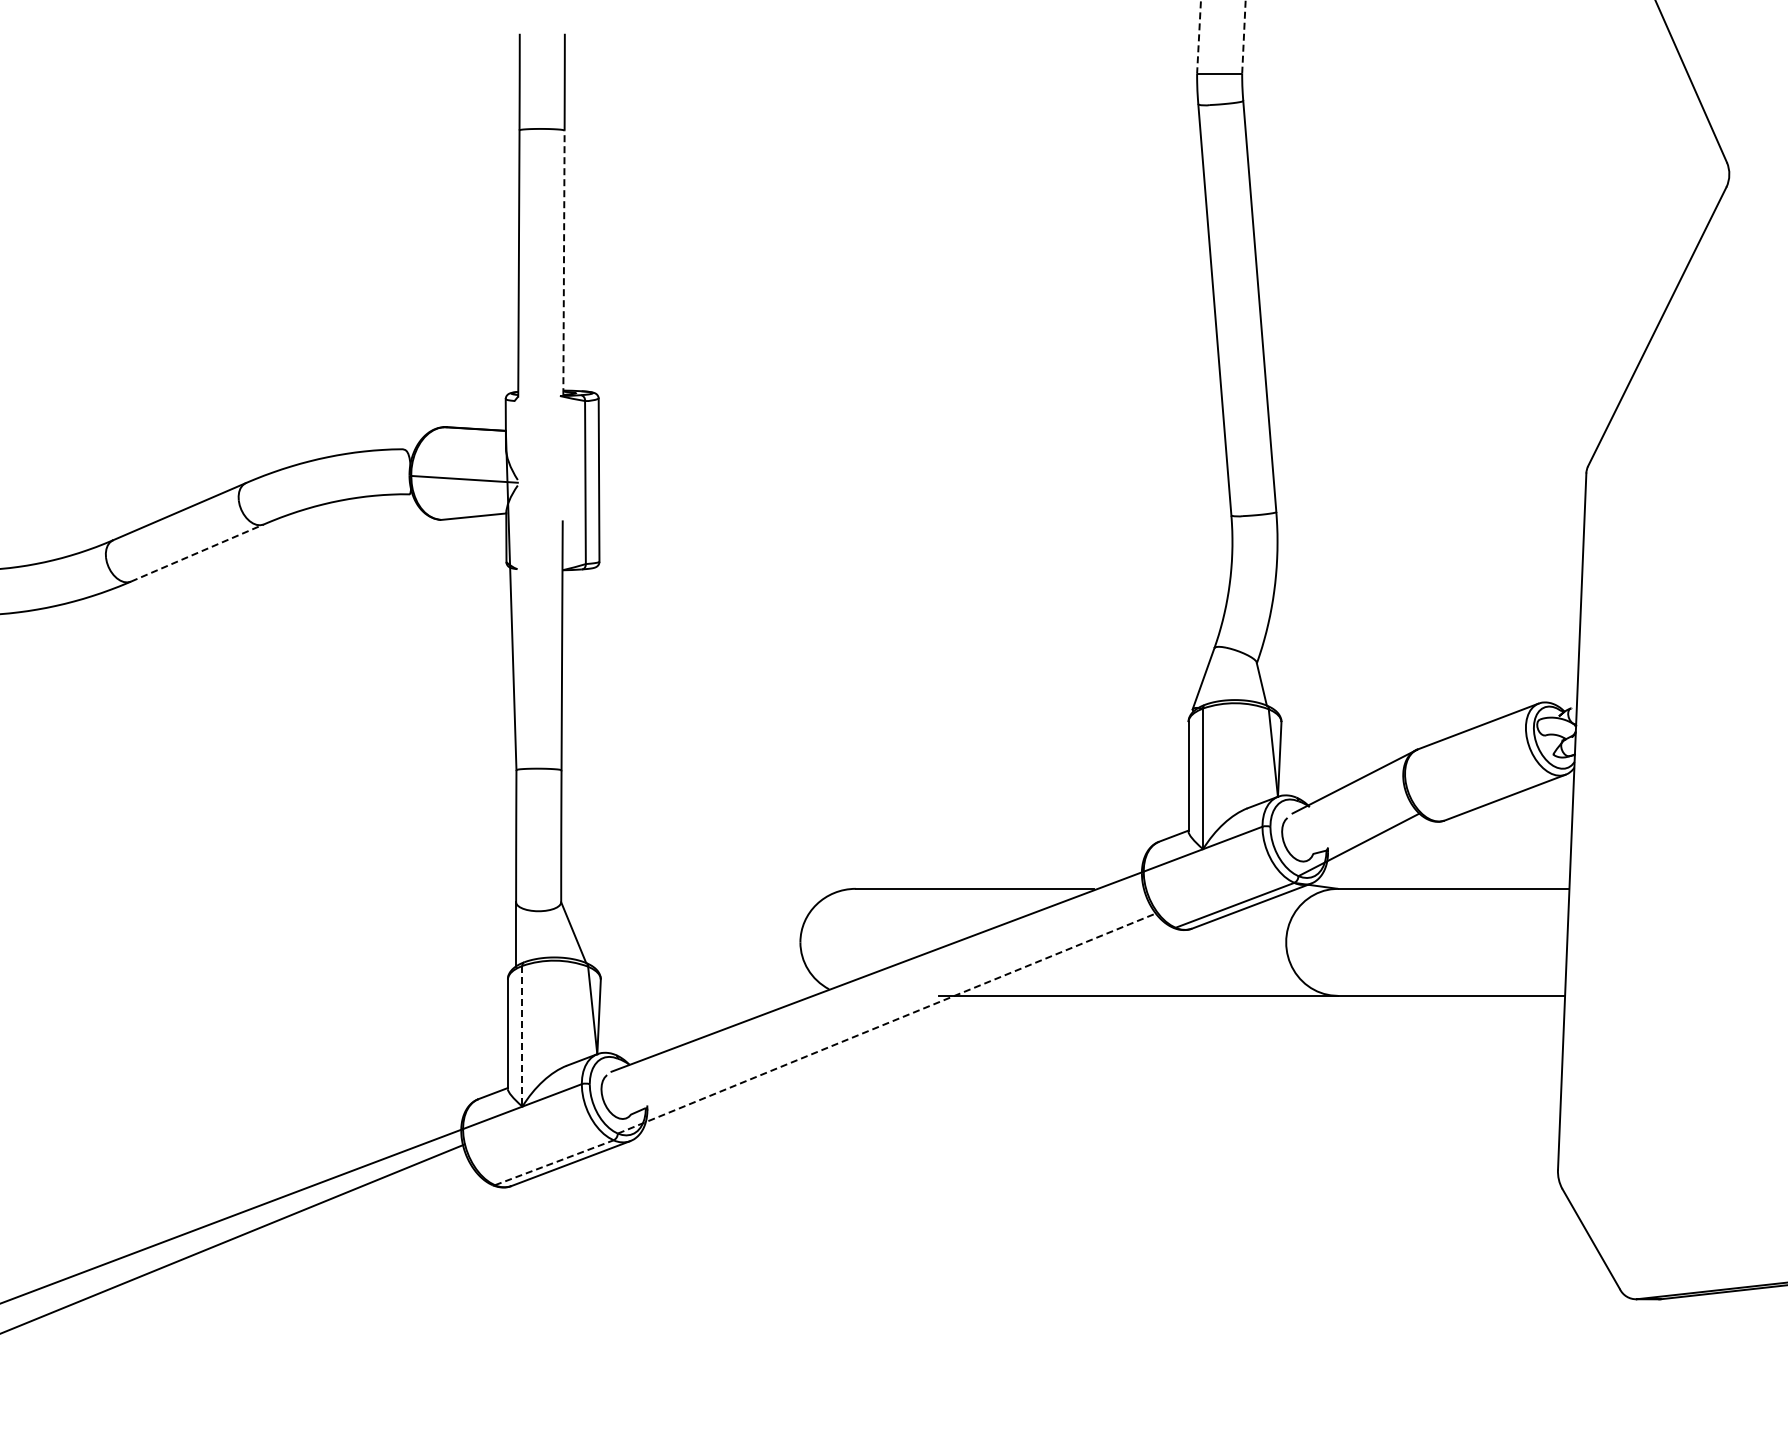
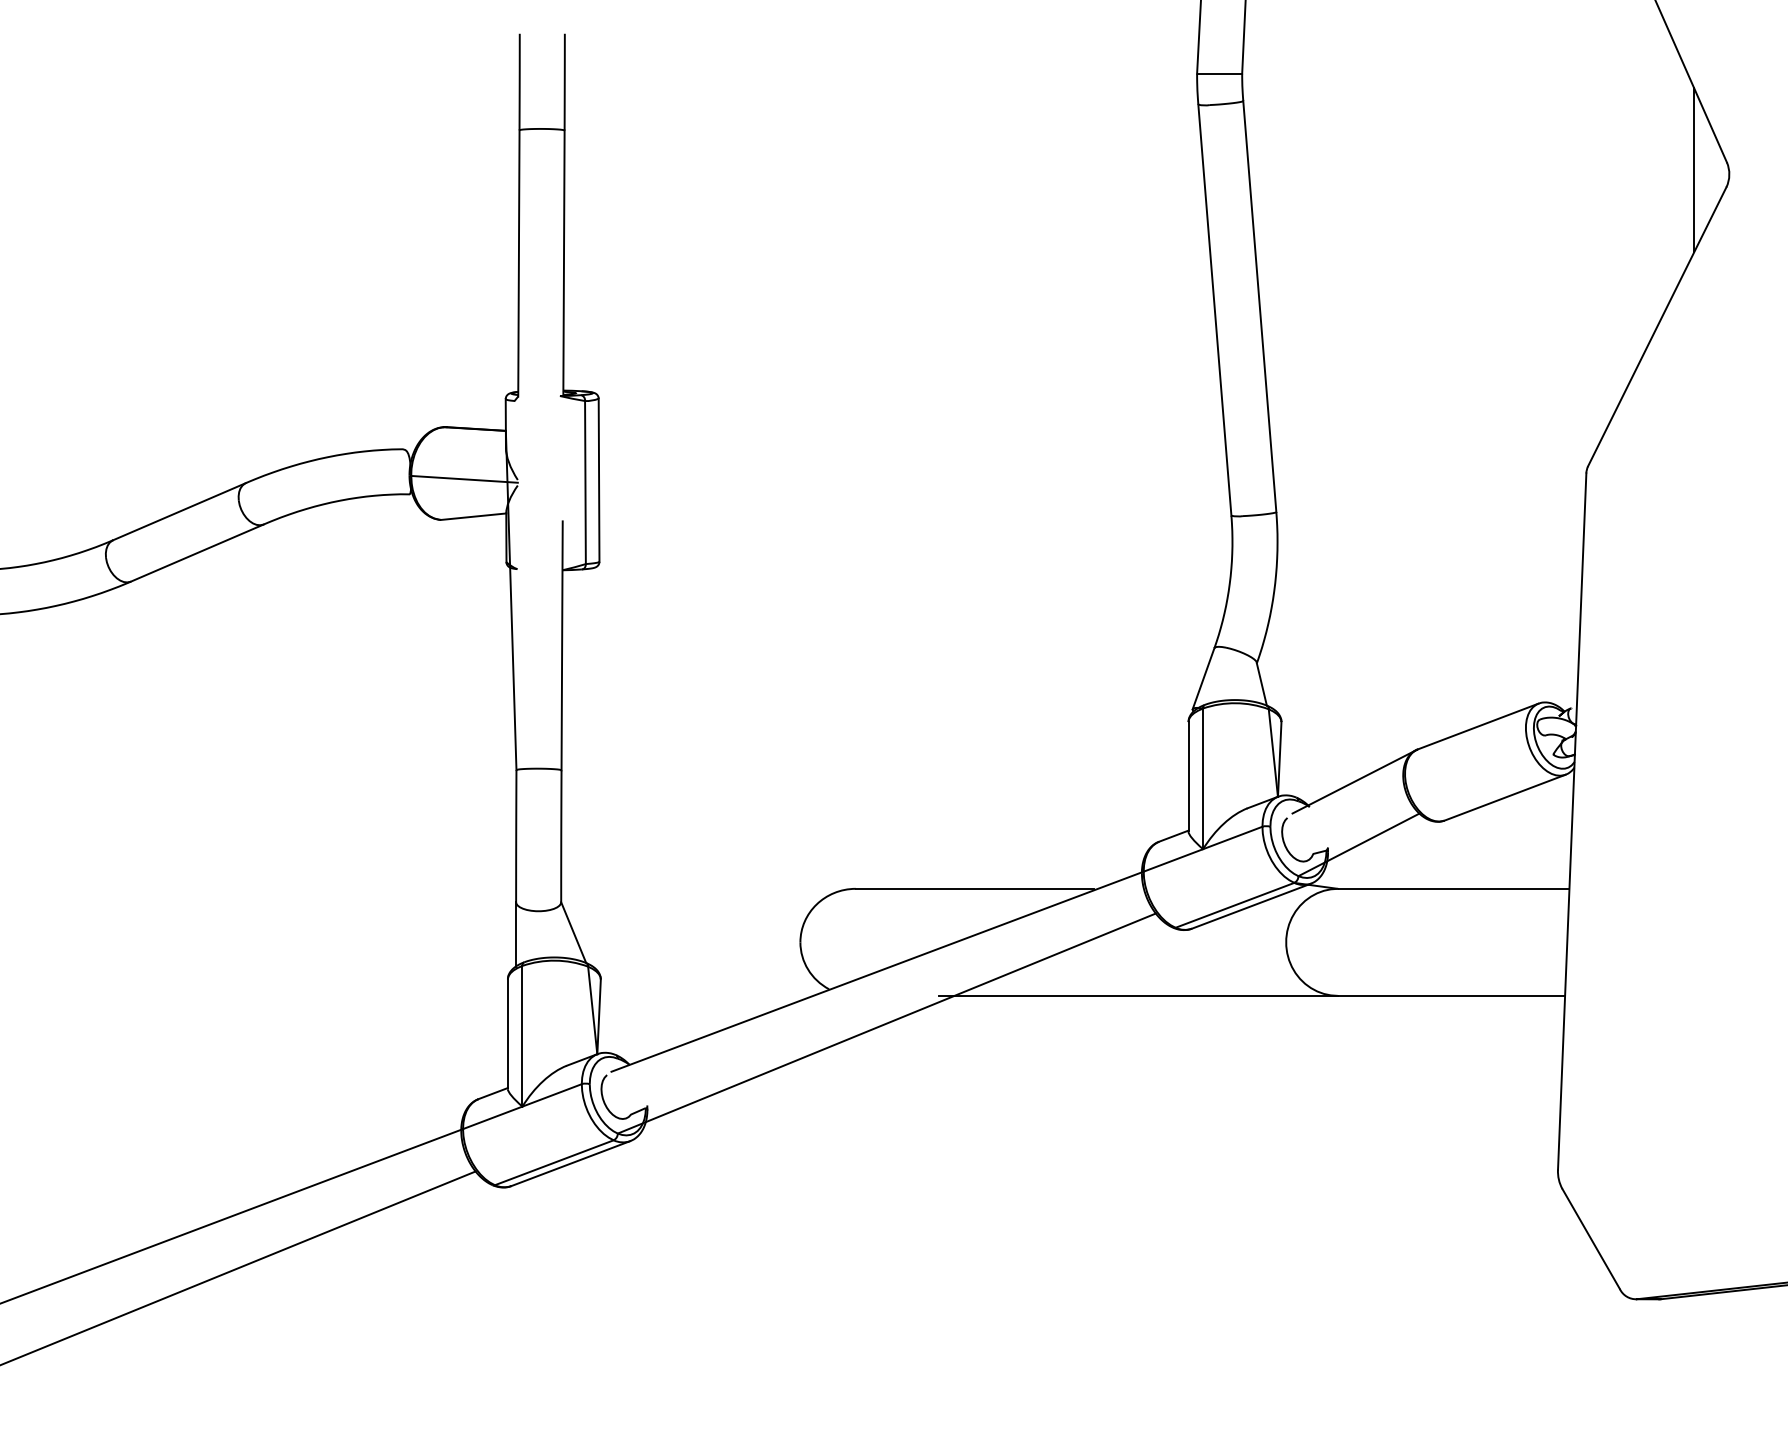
line at (1199, 36): dashed -> solid
line at (1243, 36): dashed -> solid
line at (1694, 170): none -> present
line at (563, 262): dashed -> solid
line at (197, 552): dashed -> solid
line at (886, 1023): dashed -> solid
line at (522, 1036): dashed -> solid
line at (554, 1162): dashed -> solid
line at (233, 1238) position: (233, 1238) -> (238, 1267)
